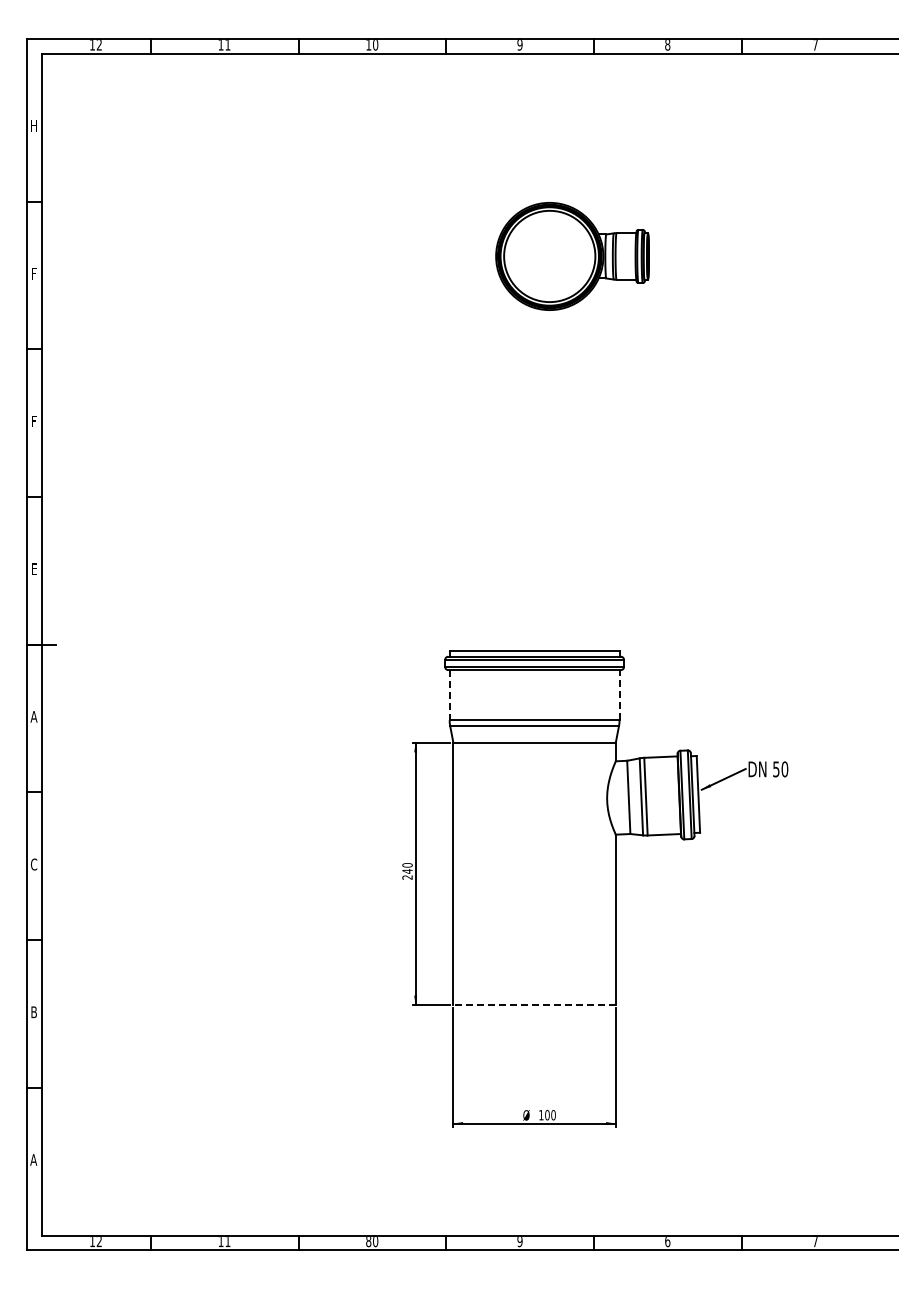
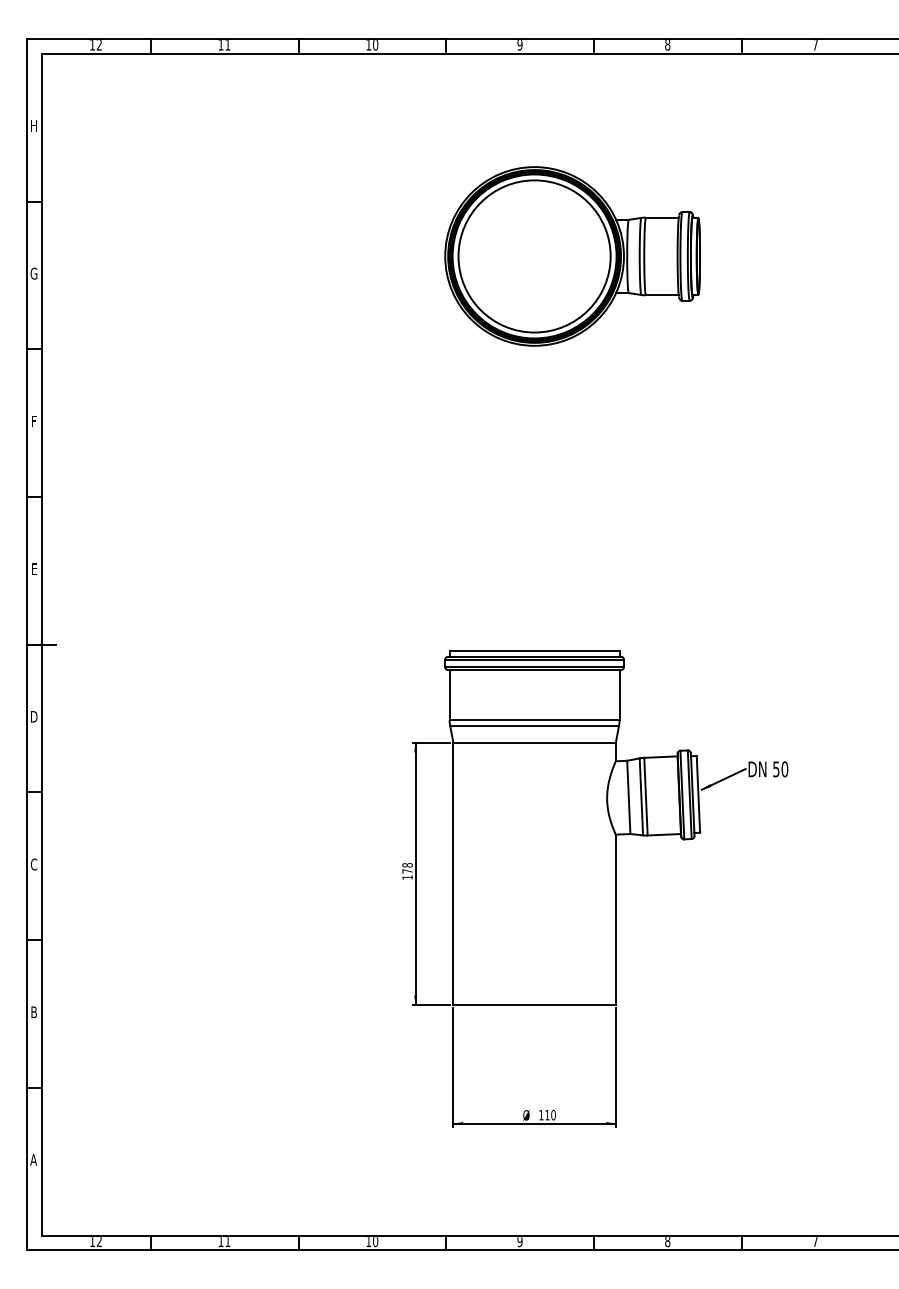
part at (572, 256) size: 155x109 px -> 257x181 px
text at (33, 273): F -> G
line at (619, 694): dashed -> solid
line at (449, 695): dashed -> solid
text at (33, 716): A -> D
text at (407, 871): 240 -> 178
line at (534, 1005): dashed -> solid
text at (547, 1115): 100 -> 110
text at (667, 1241): 6 -> 8
text at (368, 1242): 80 -> 10
